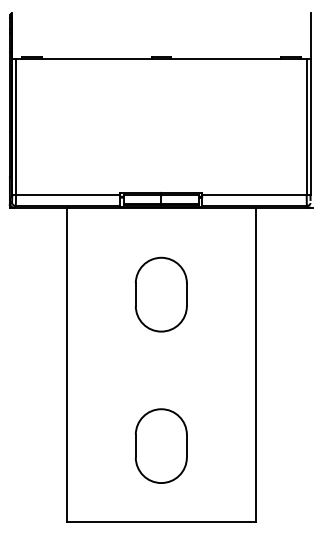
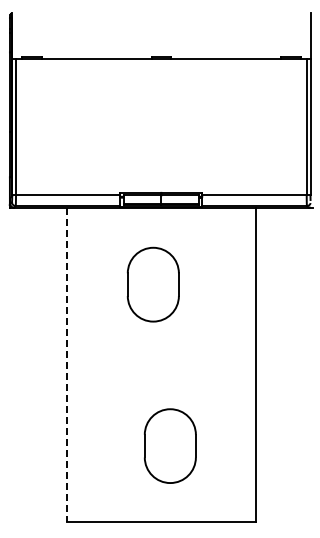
part at (160, 294) position: (160, 294) -> (152, 284)
line at (66, 365): solid -> dashed
part at (161, 445) position: (161, 445) -> (170, 445)
